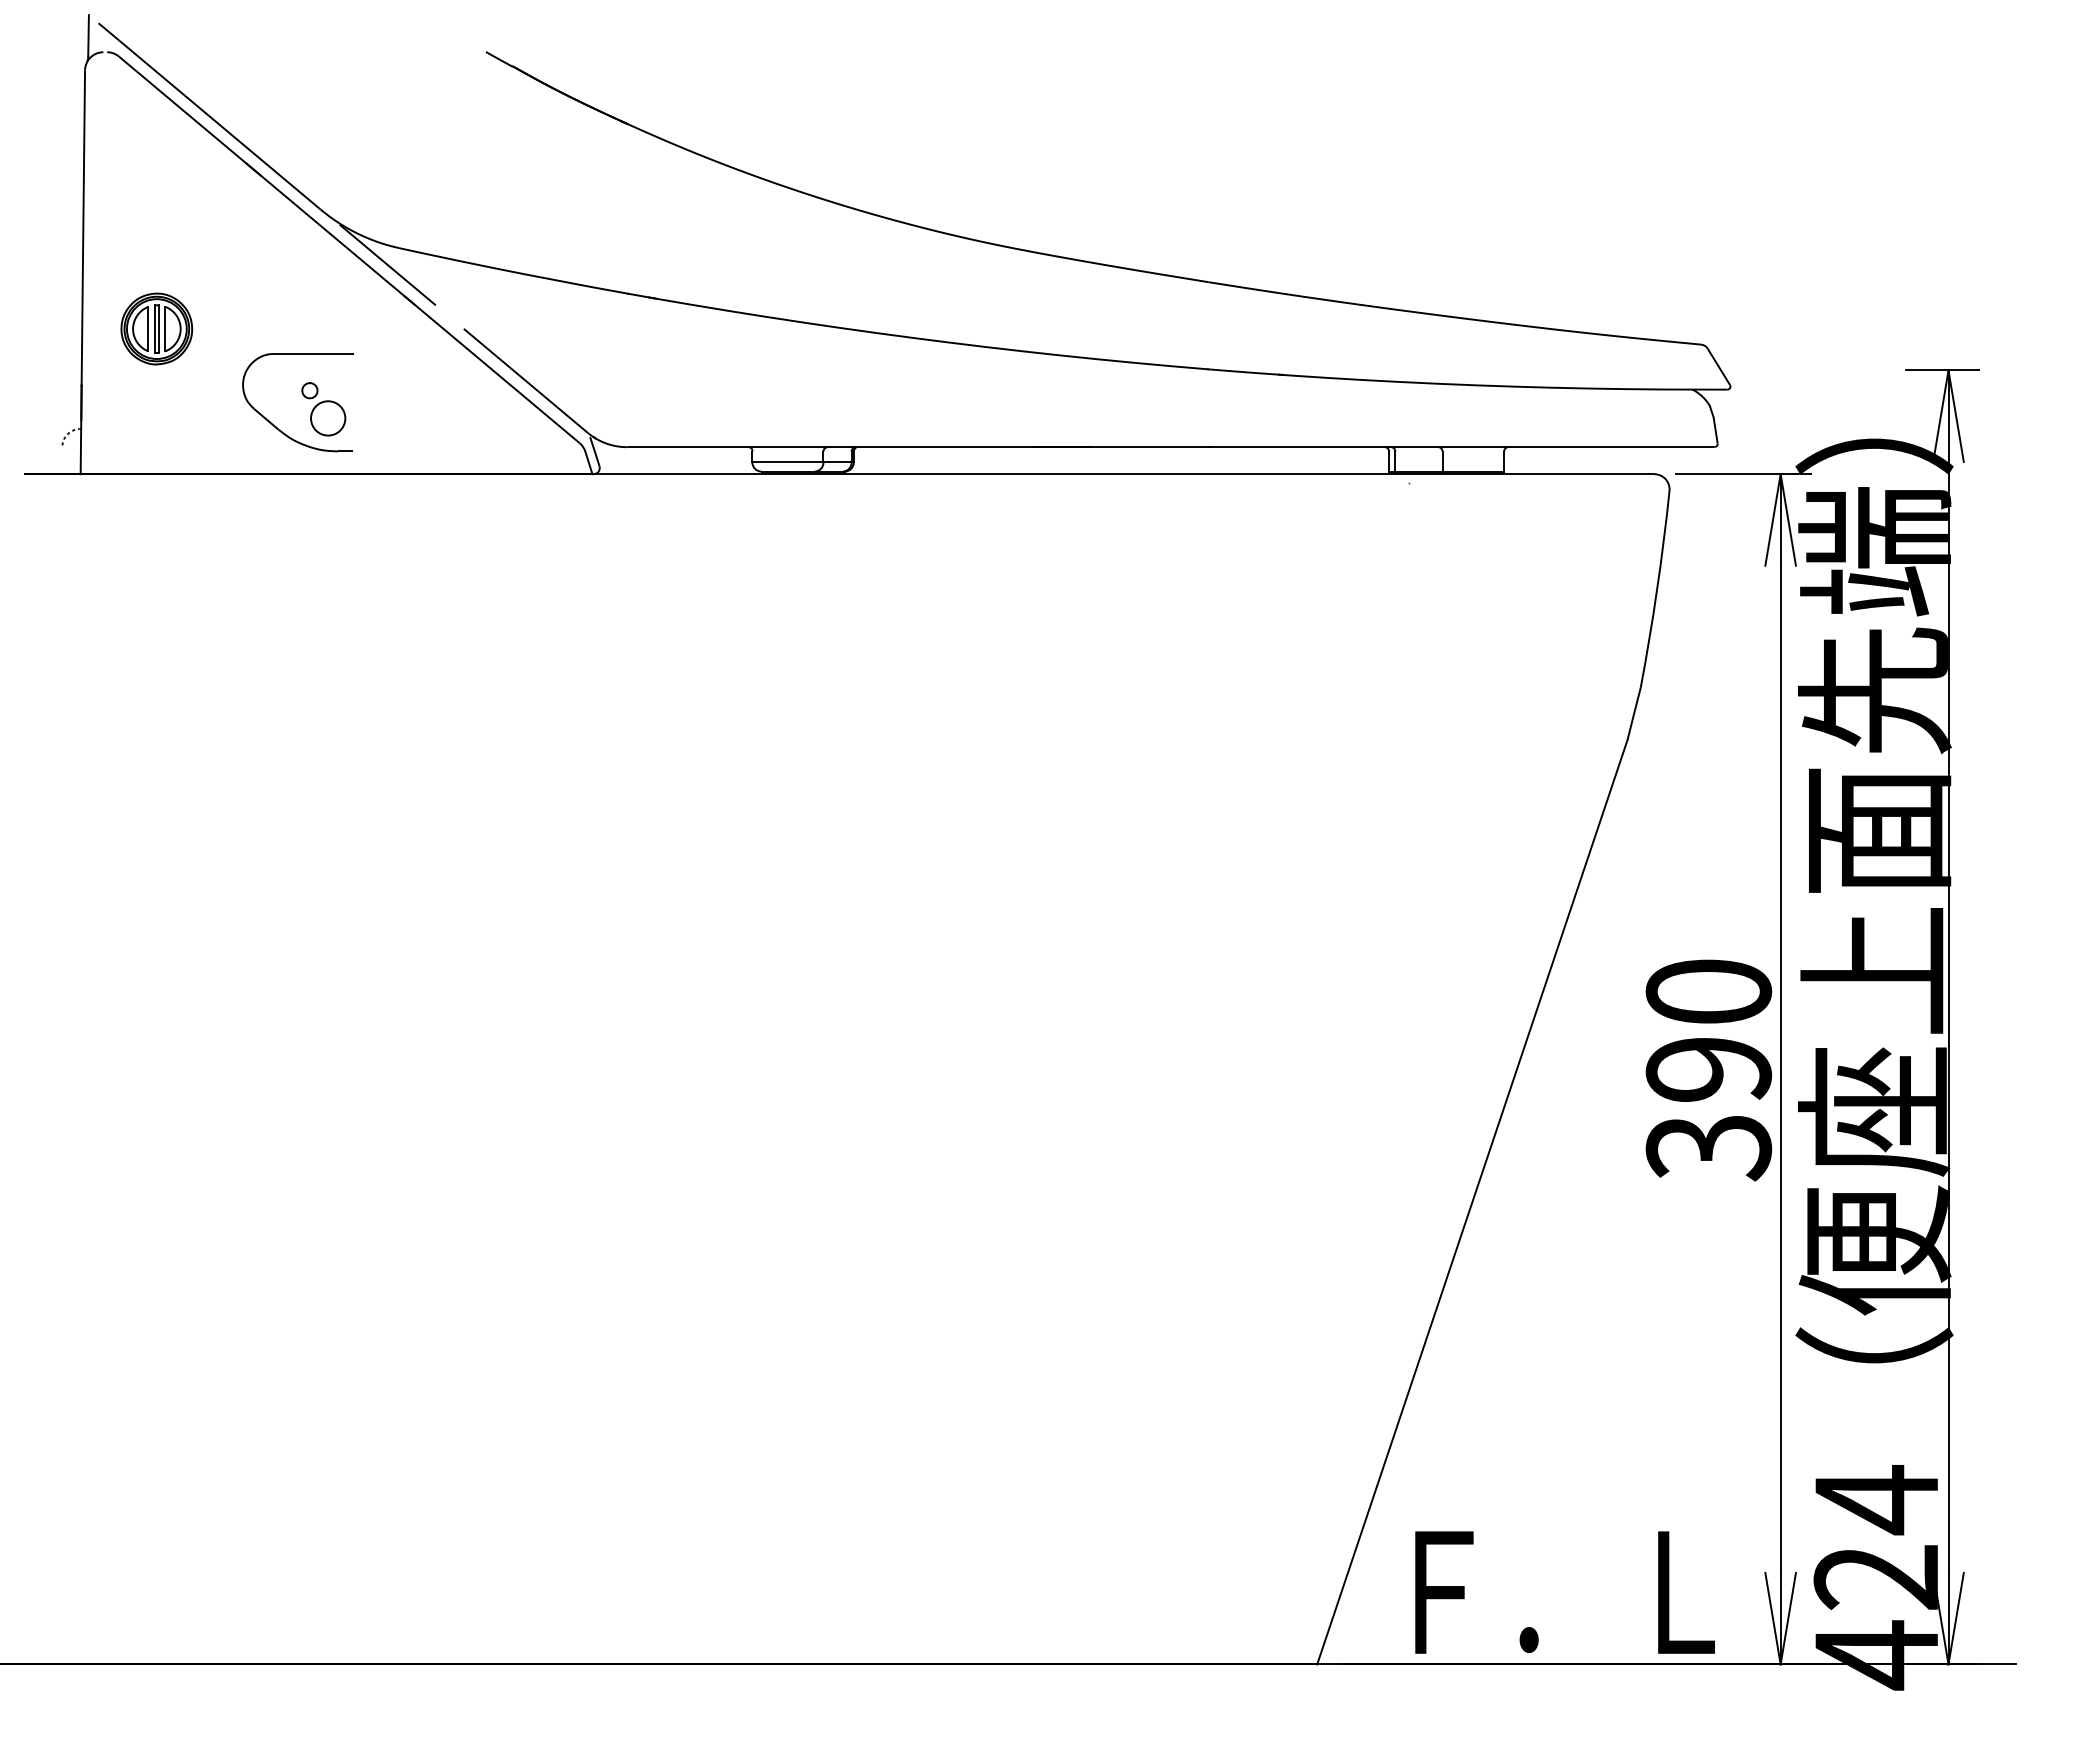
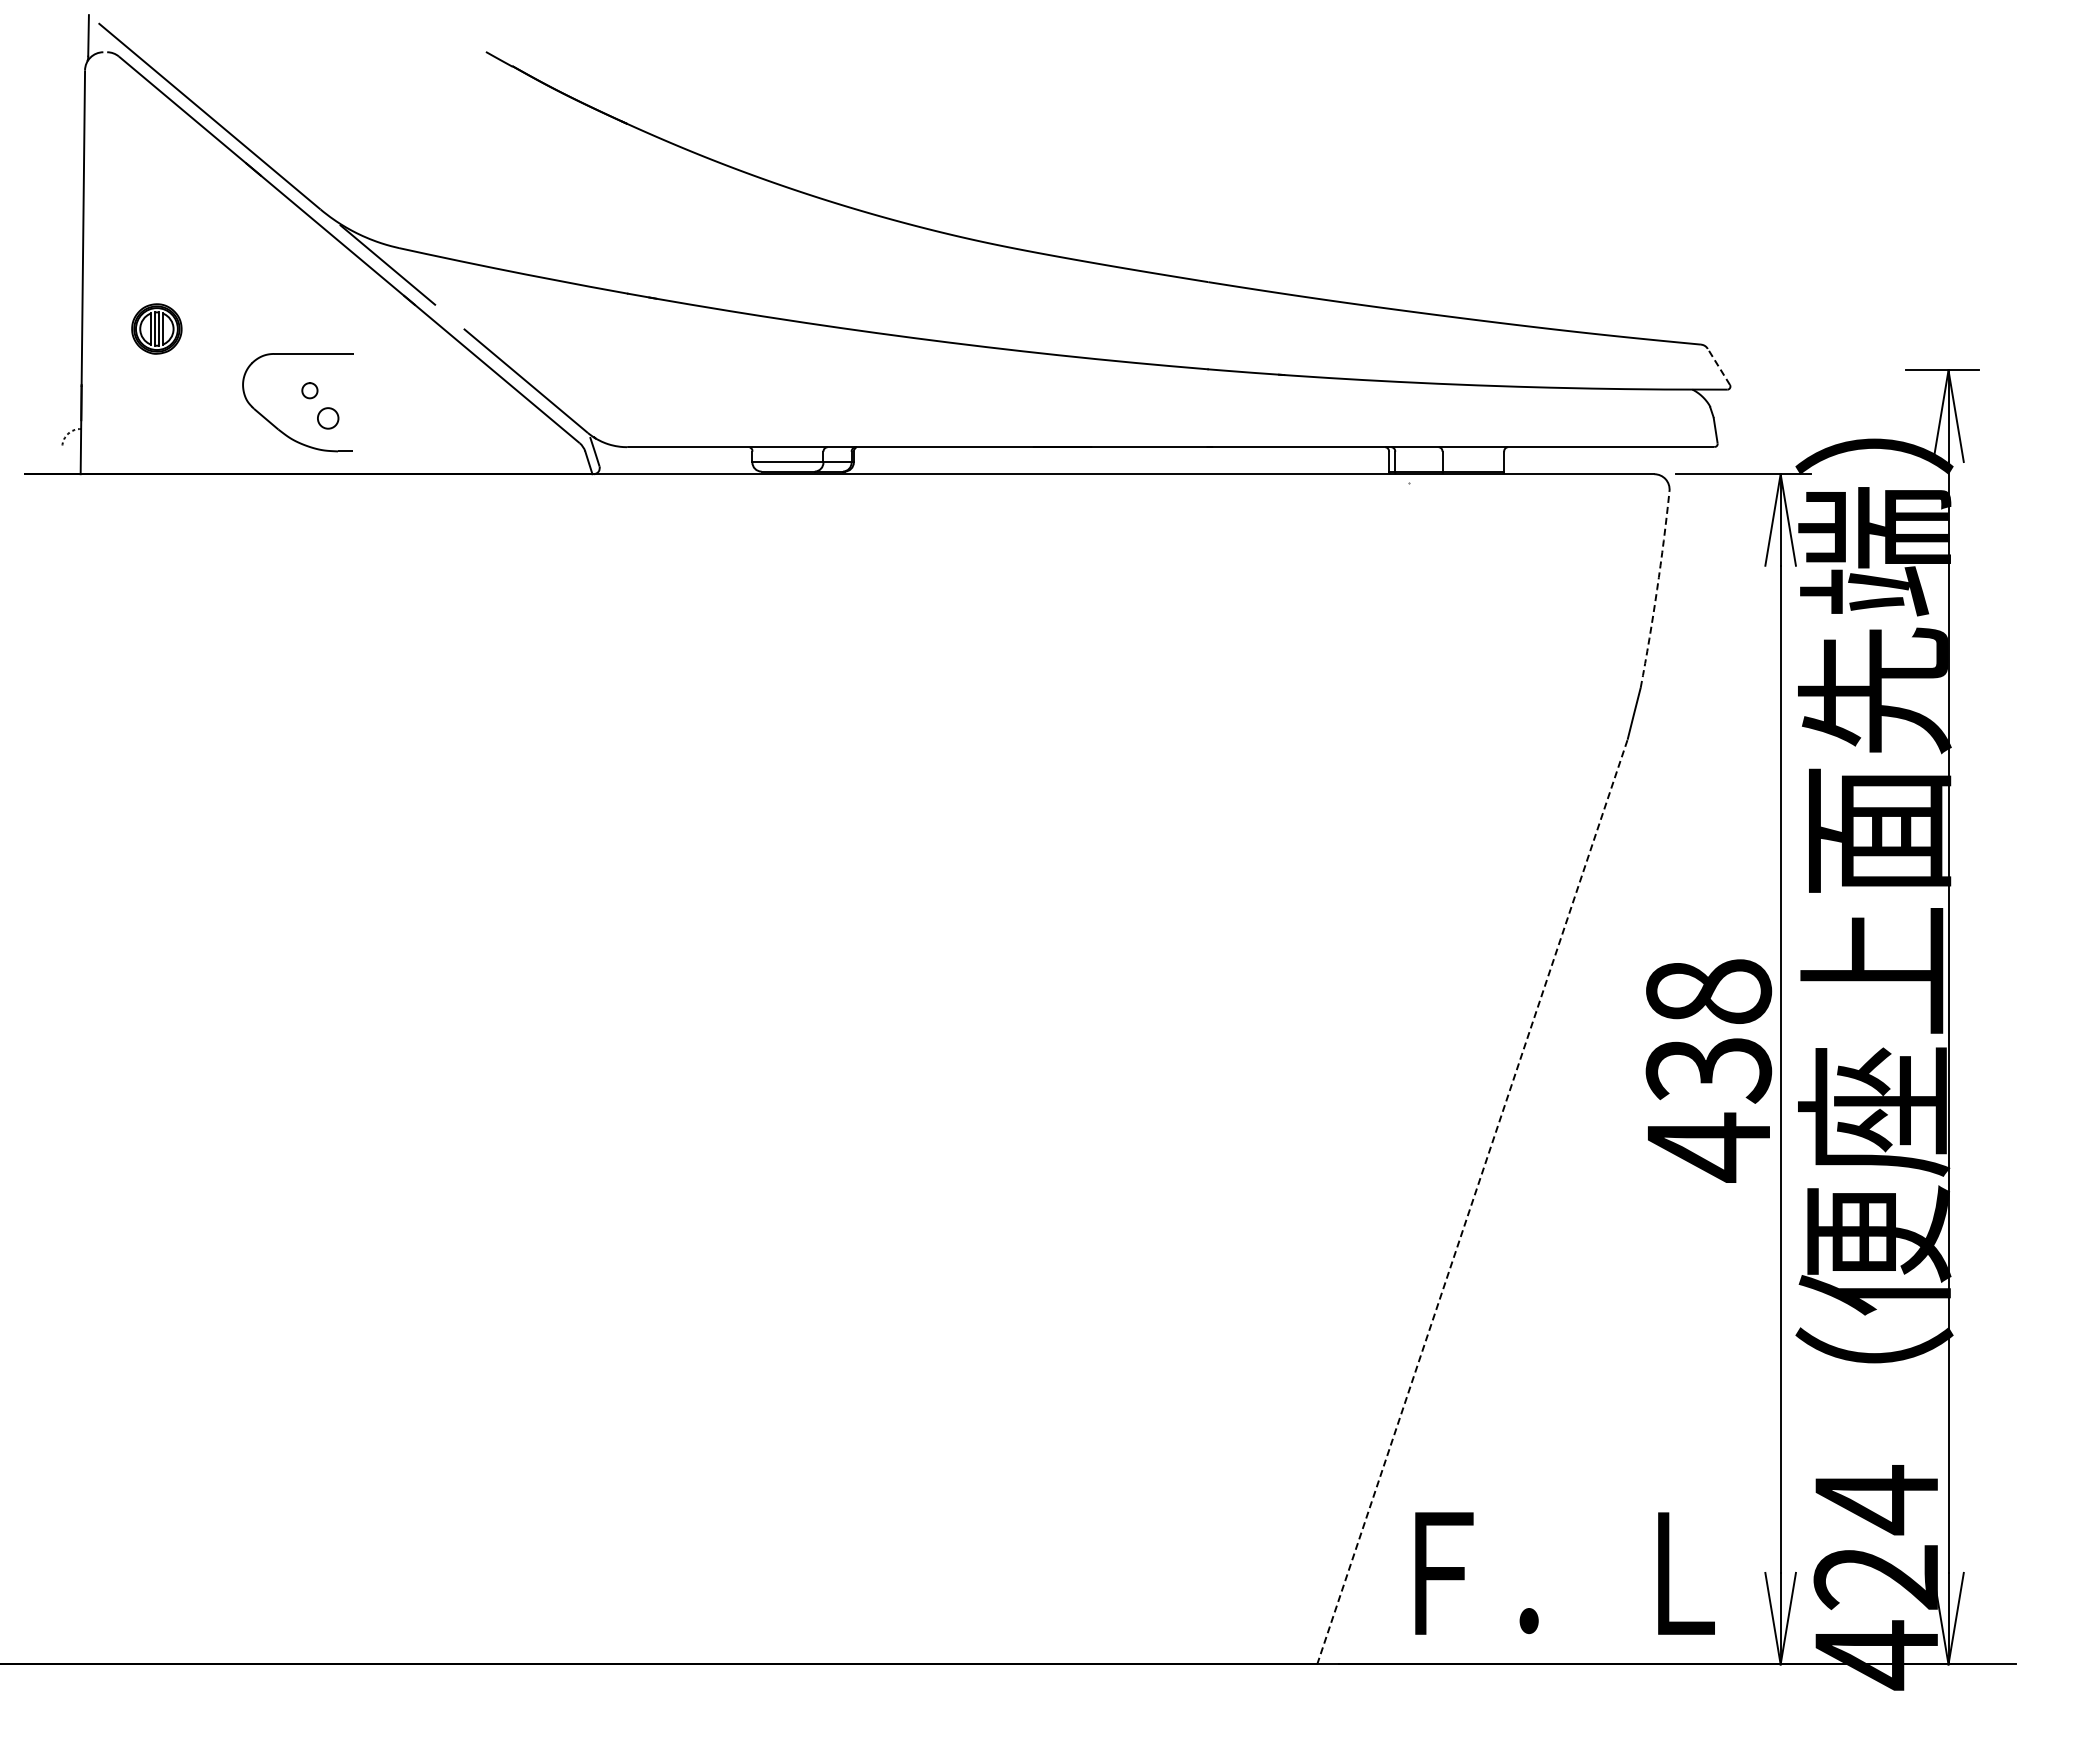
part at (156, 328) size: 74x74 px -> 52x52 px
line at (1718, 366): solid -> dashed
circle at (328, 418) diameter: 34 px -> 21 px
arc at (1657, 589): solid -> dashed
text at (1708, 1070): 390 -> 438
line at (1472, 1202): solid -> dashed
text at (1564, 1592) position: (1564, 1592) -> (1564, 1573)
